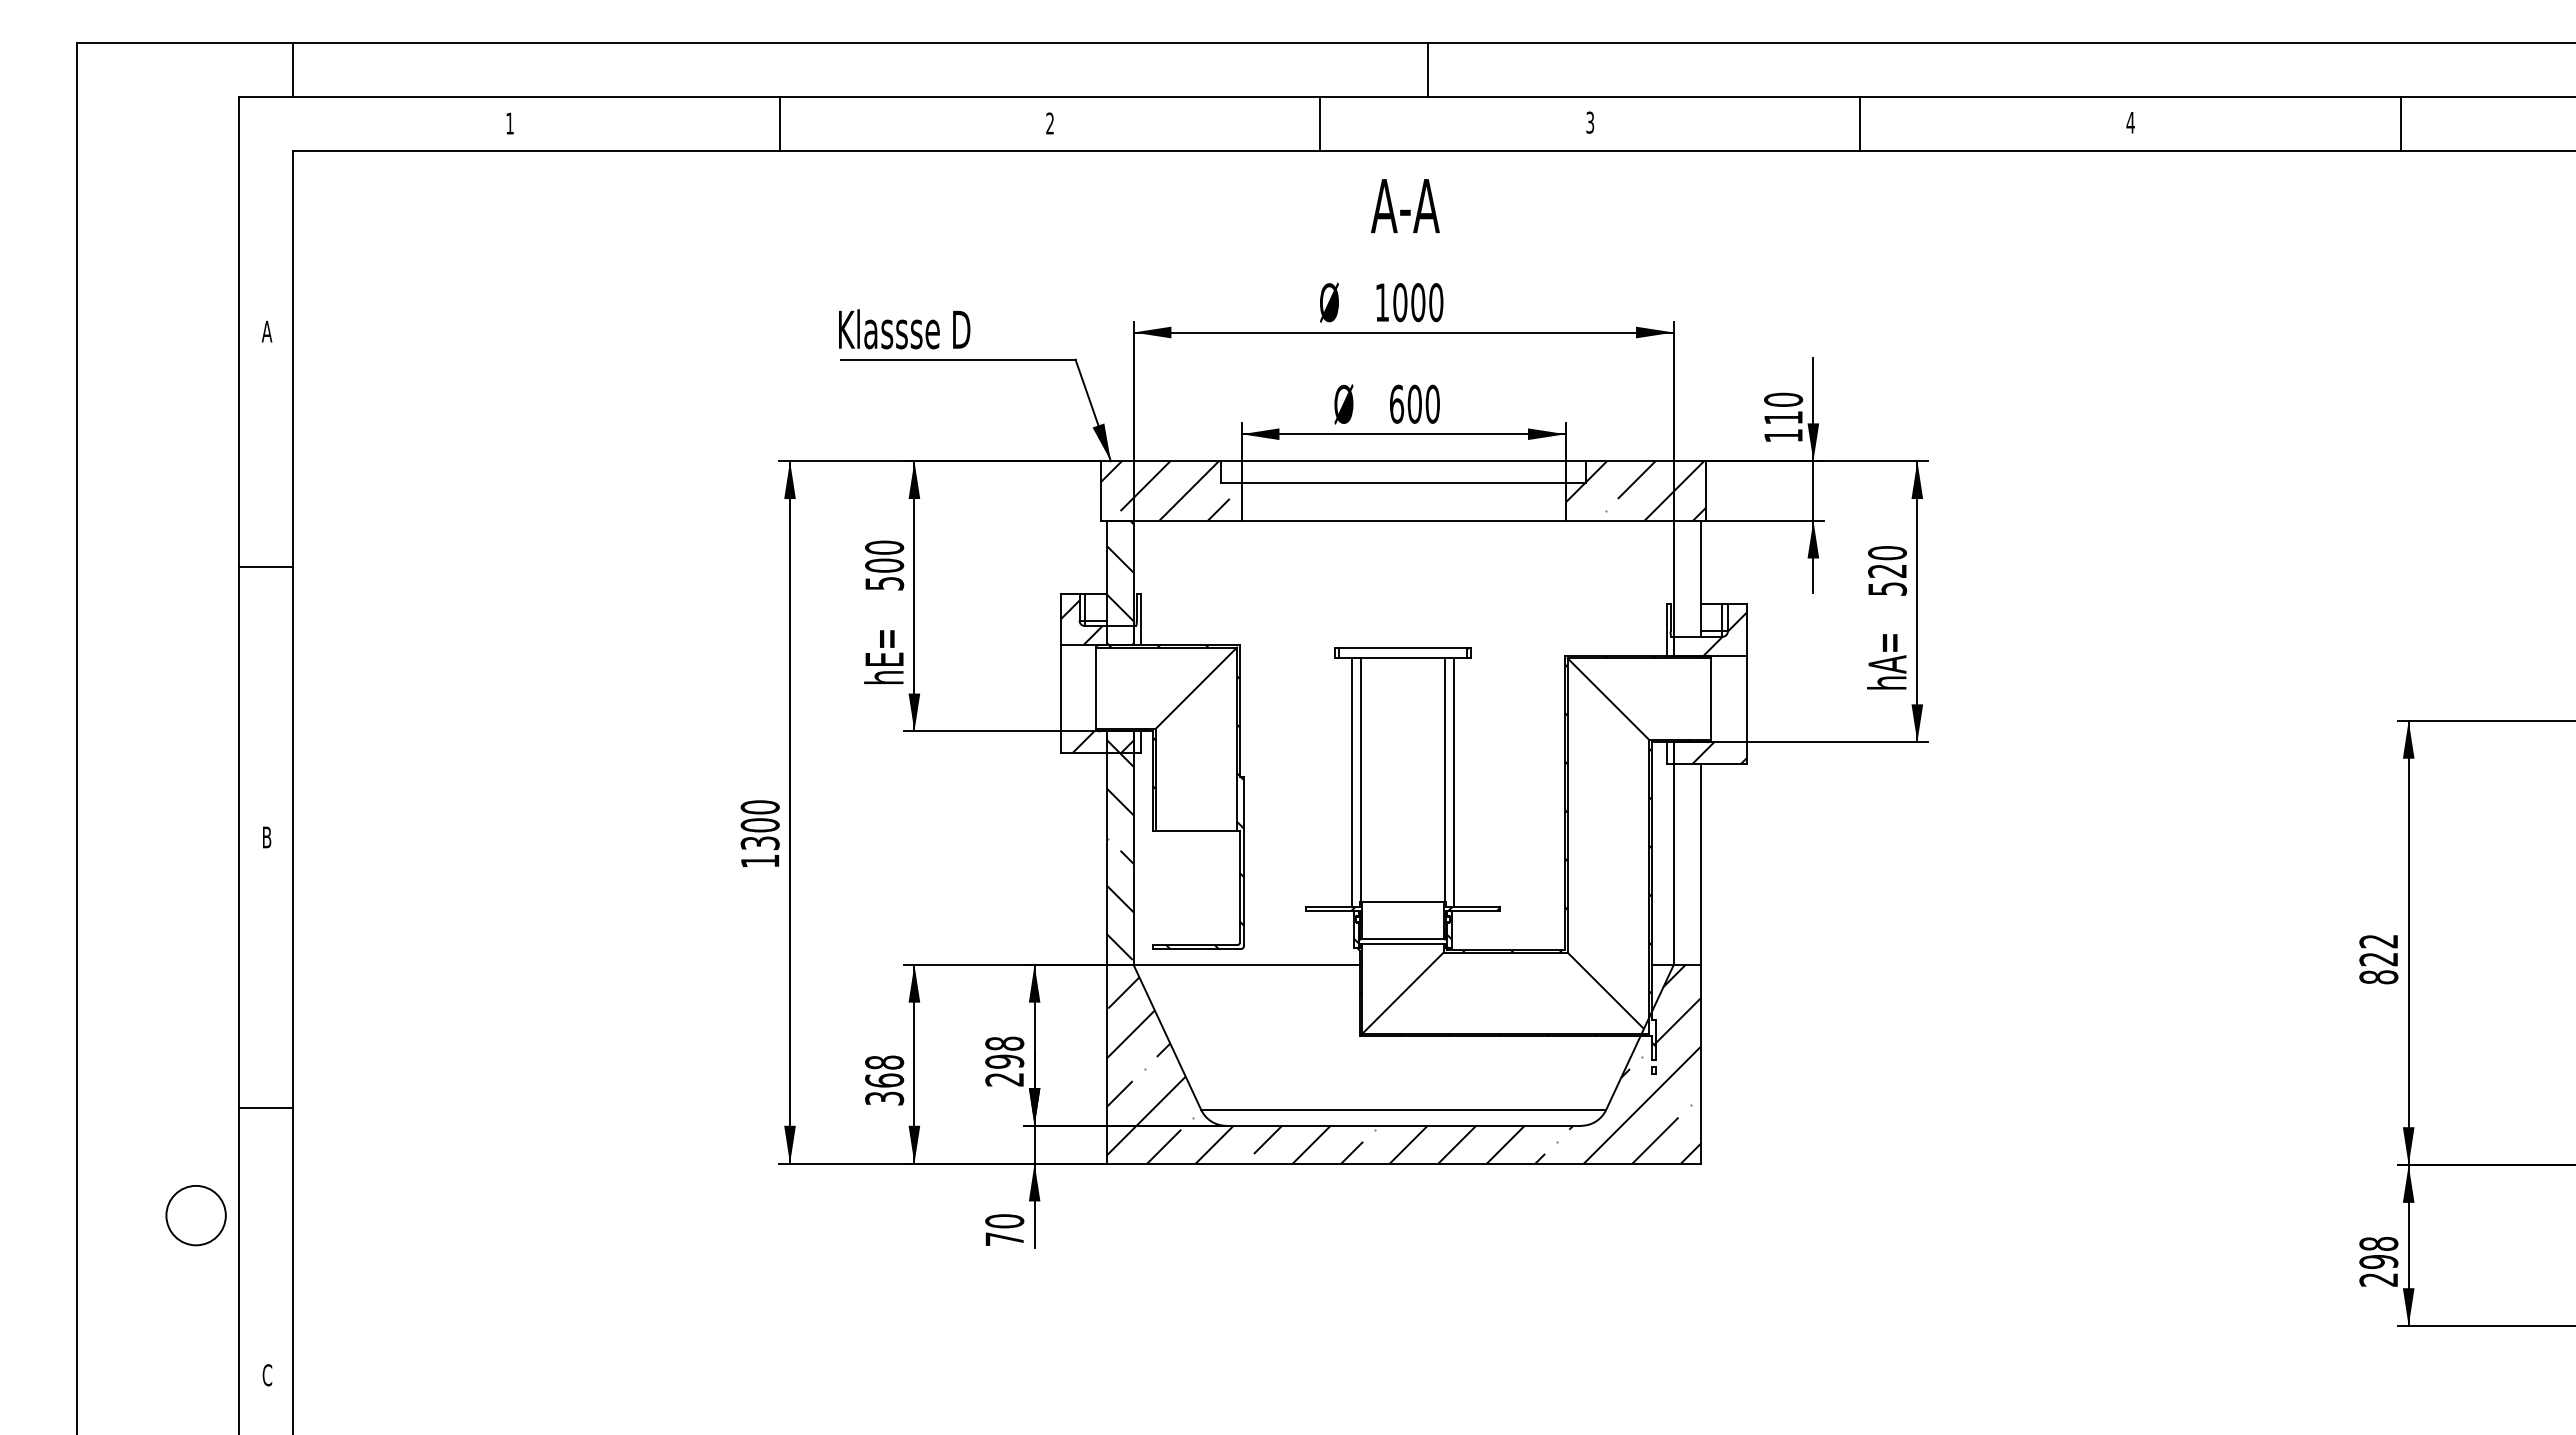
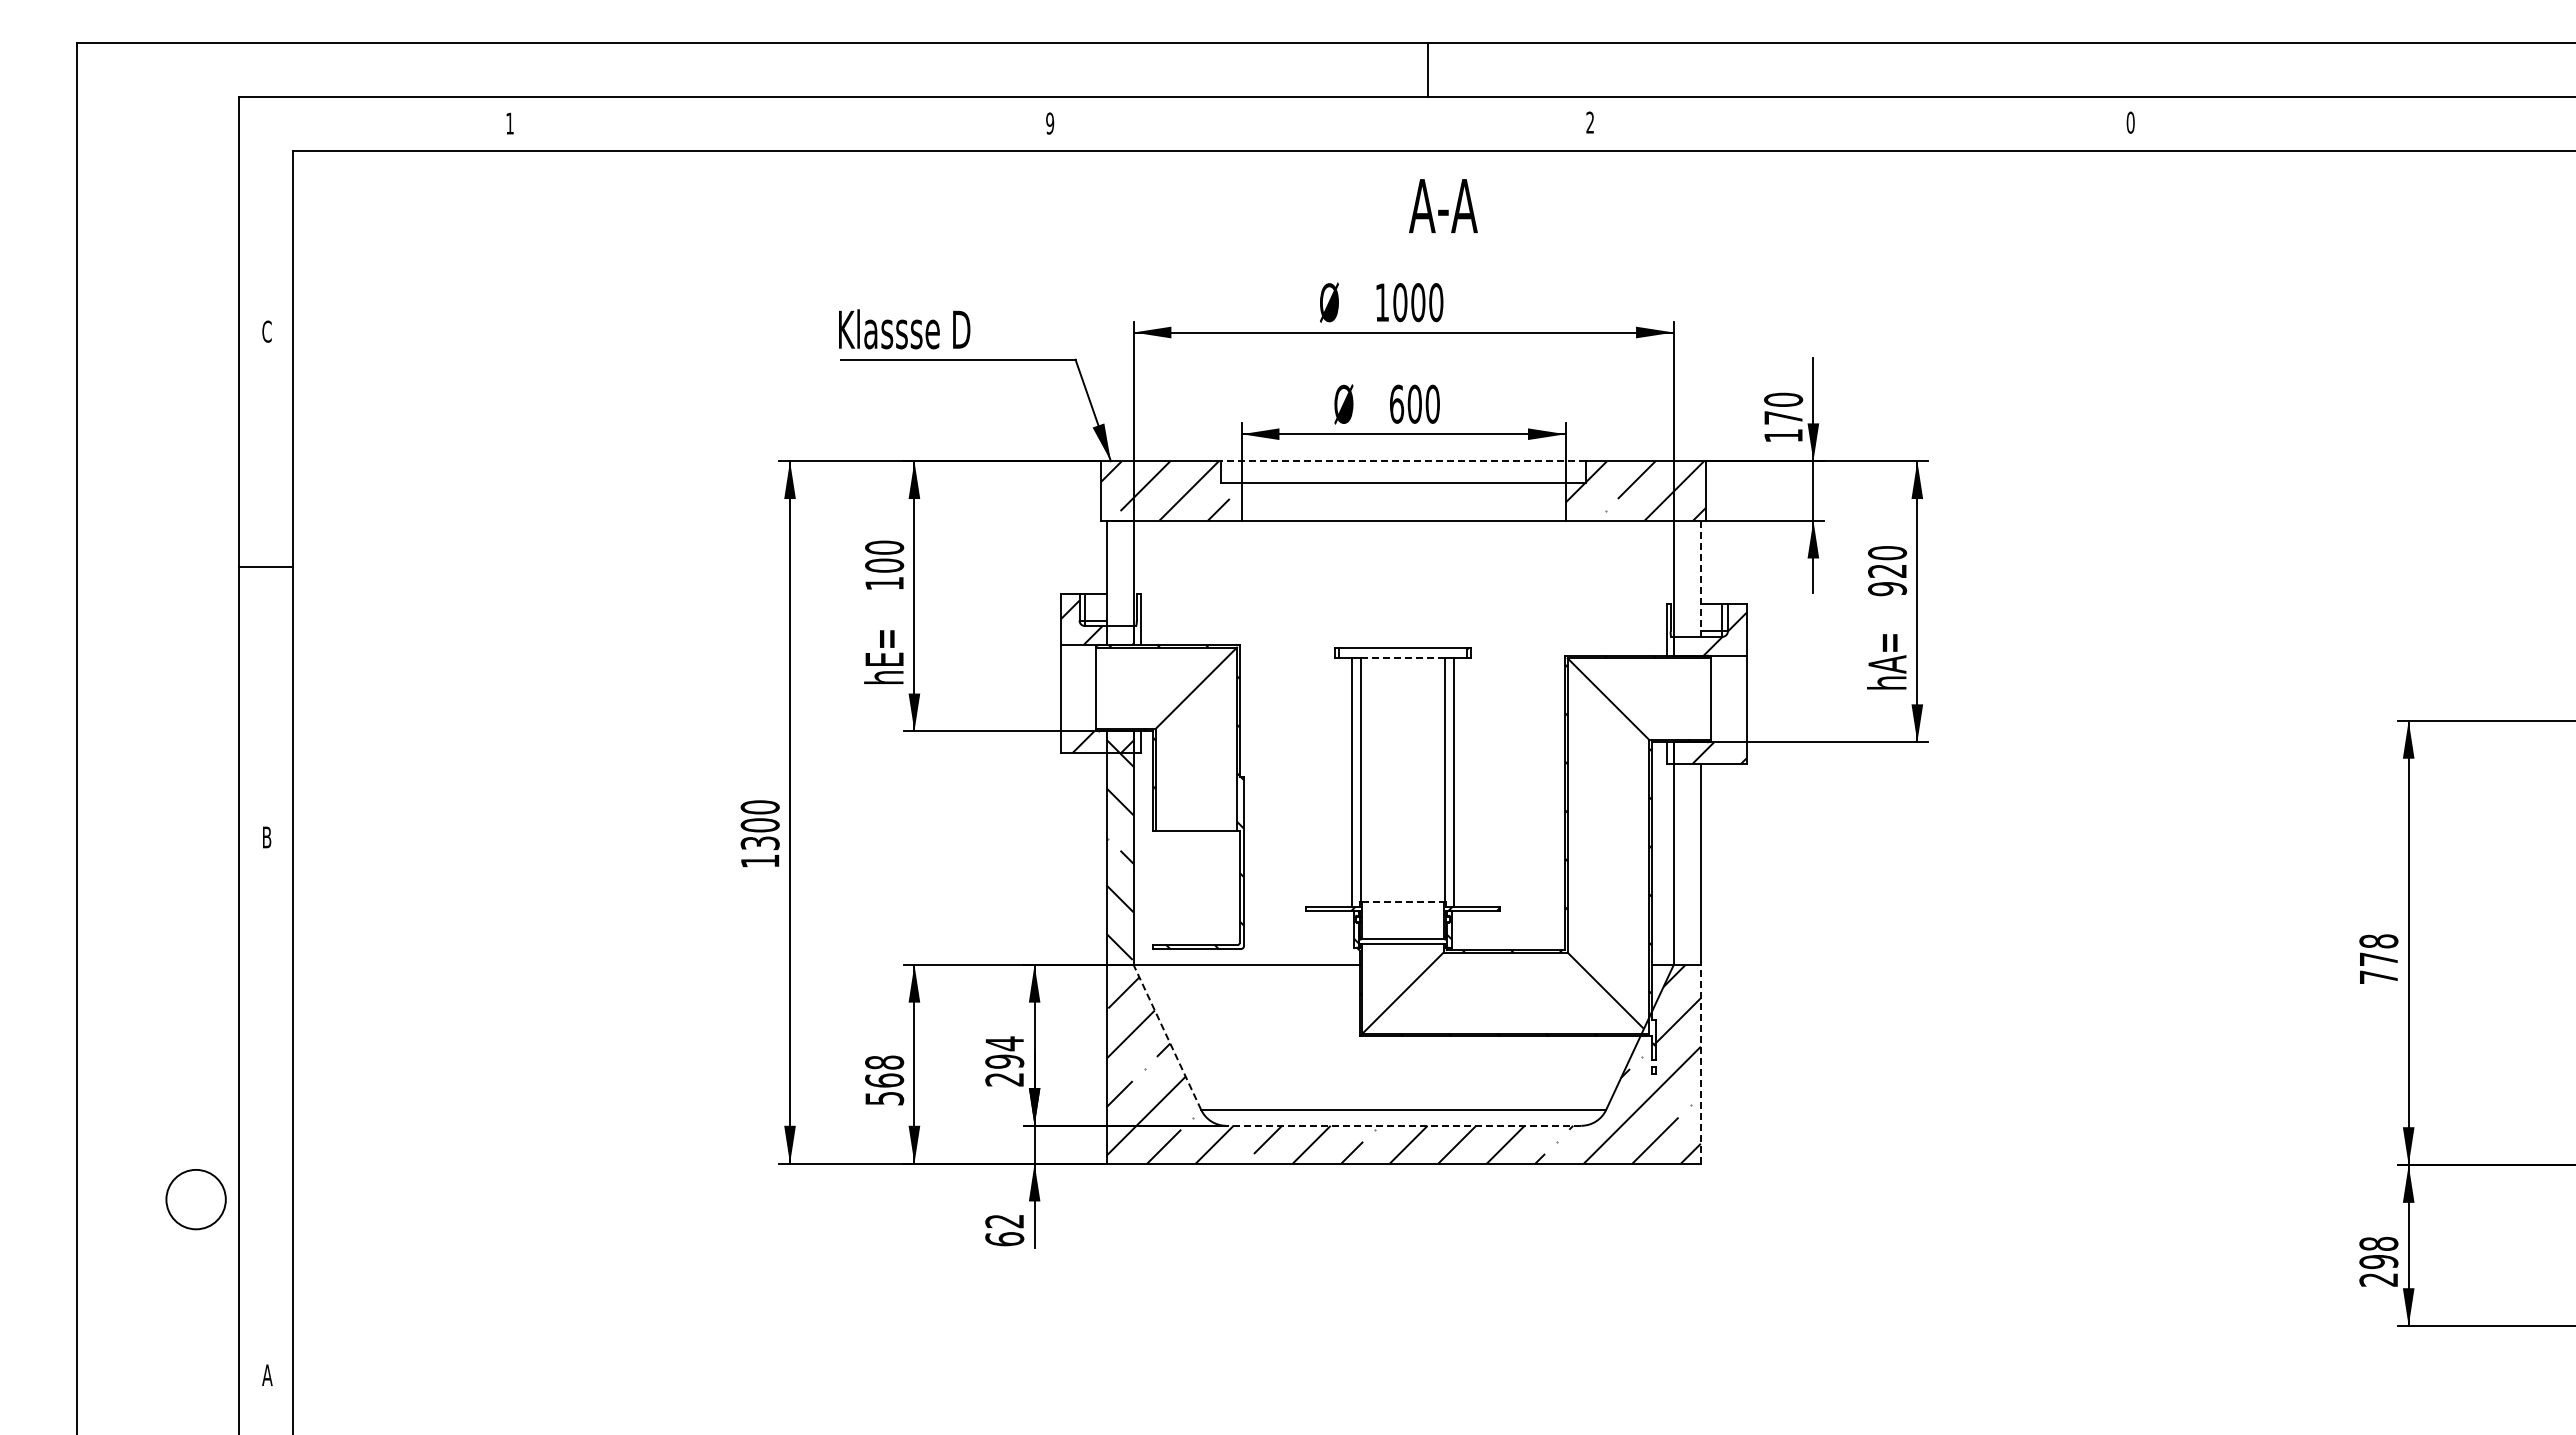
line at (293, 70): present -> none
text at (1590, 122): 3 -> 2
text at (2130, 122): 4 -> 0
text at (1050, 123): 2 -> 9
line at (779, 124): present -> none
line at (1319, 124): present -> none
line at (1860, 124): present -> none
line at (2400, 124): present -> none
text at (1405, 206) position: (1405, 206) -> (1443, 206)
text at (266, 331): A -> C
text at (1783, 417): 110 -> 170
line at (1403, 461): solid -> dashed
line at (1700, 579): solid -> dashed
hatch at (1119, 582): present -> none
text at (884, 583): 500 -> 100
text at (1887, 589): 520 -> 920
line at (1402, 658): solid -> dashed
line at (1402, 901): solid -> dashed
text at (2378, 959): 822 -> 778
line at (1167, 1036): solid -> dashed
text at (1004, 1043): 298 -> 294
line at (1700, 1063): solid -> dashed
text at (884, 1097): 368 -> 568
line at (266, 1107): present -> none
line at (1403, 1125): solid -> dashed
circle at (195, 1215) position: (195, 1215) -> (195, 1199)
text at (1004, 1230): 70 -> 62
text at (267, 1375): C -> A
